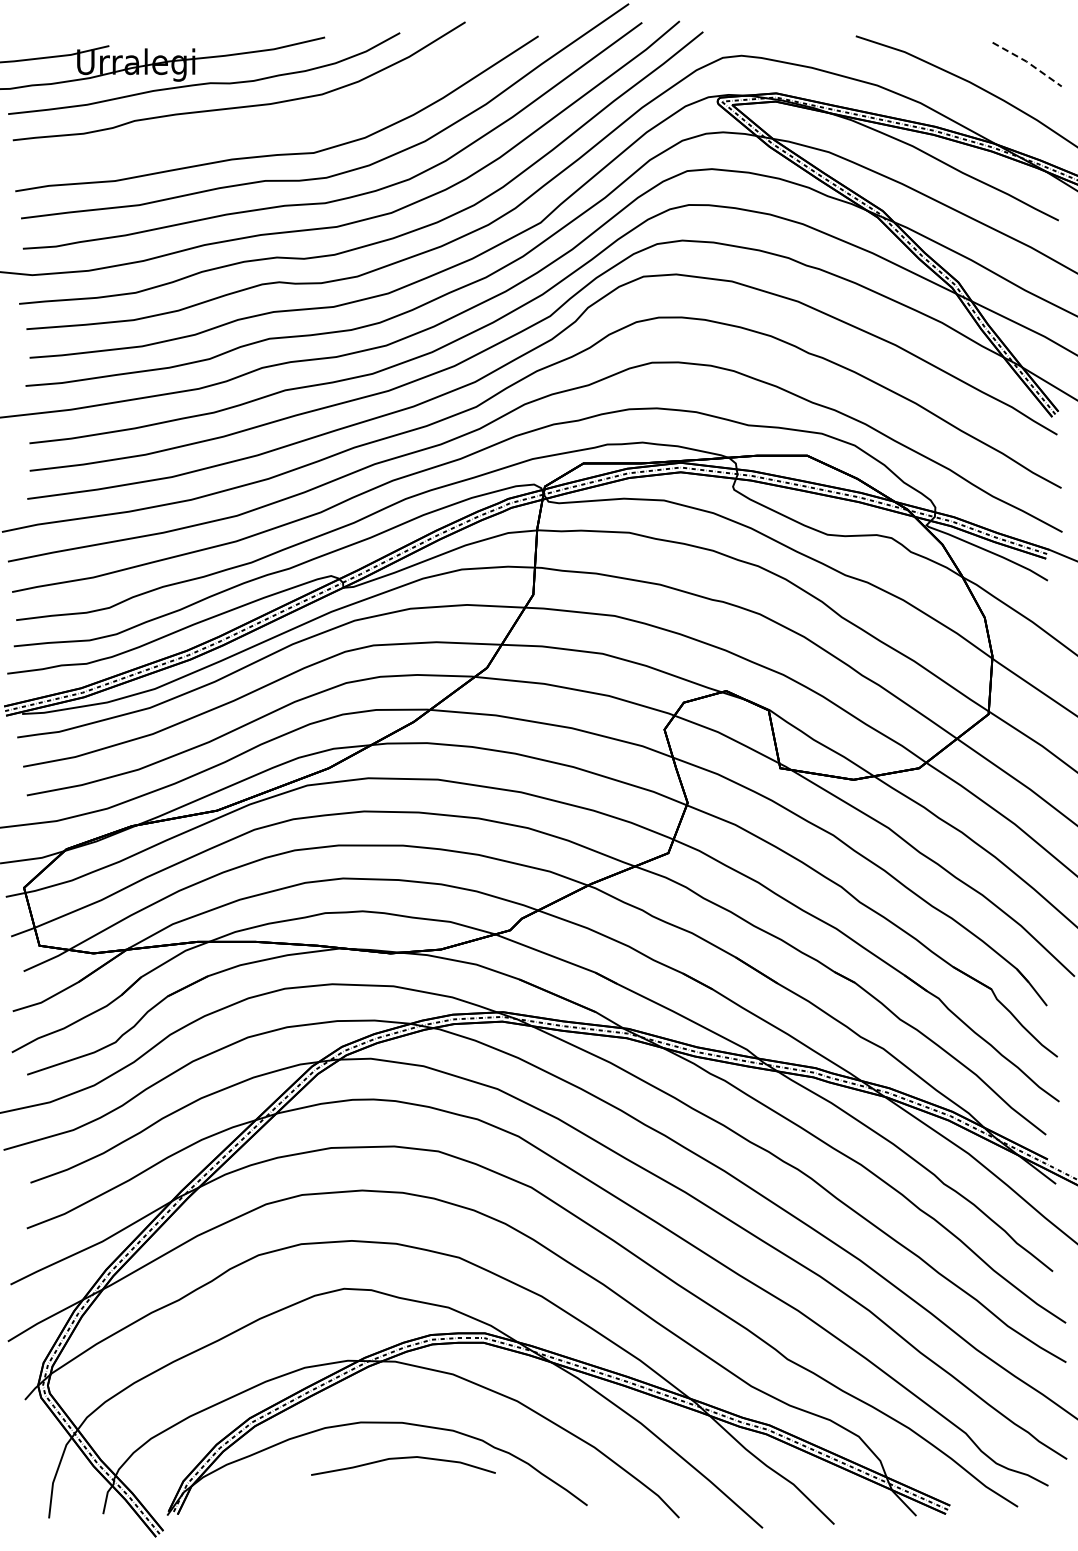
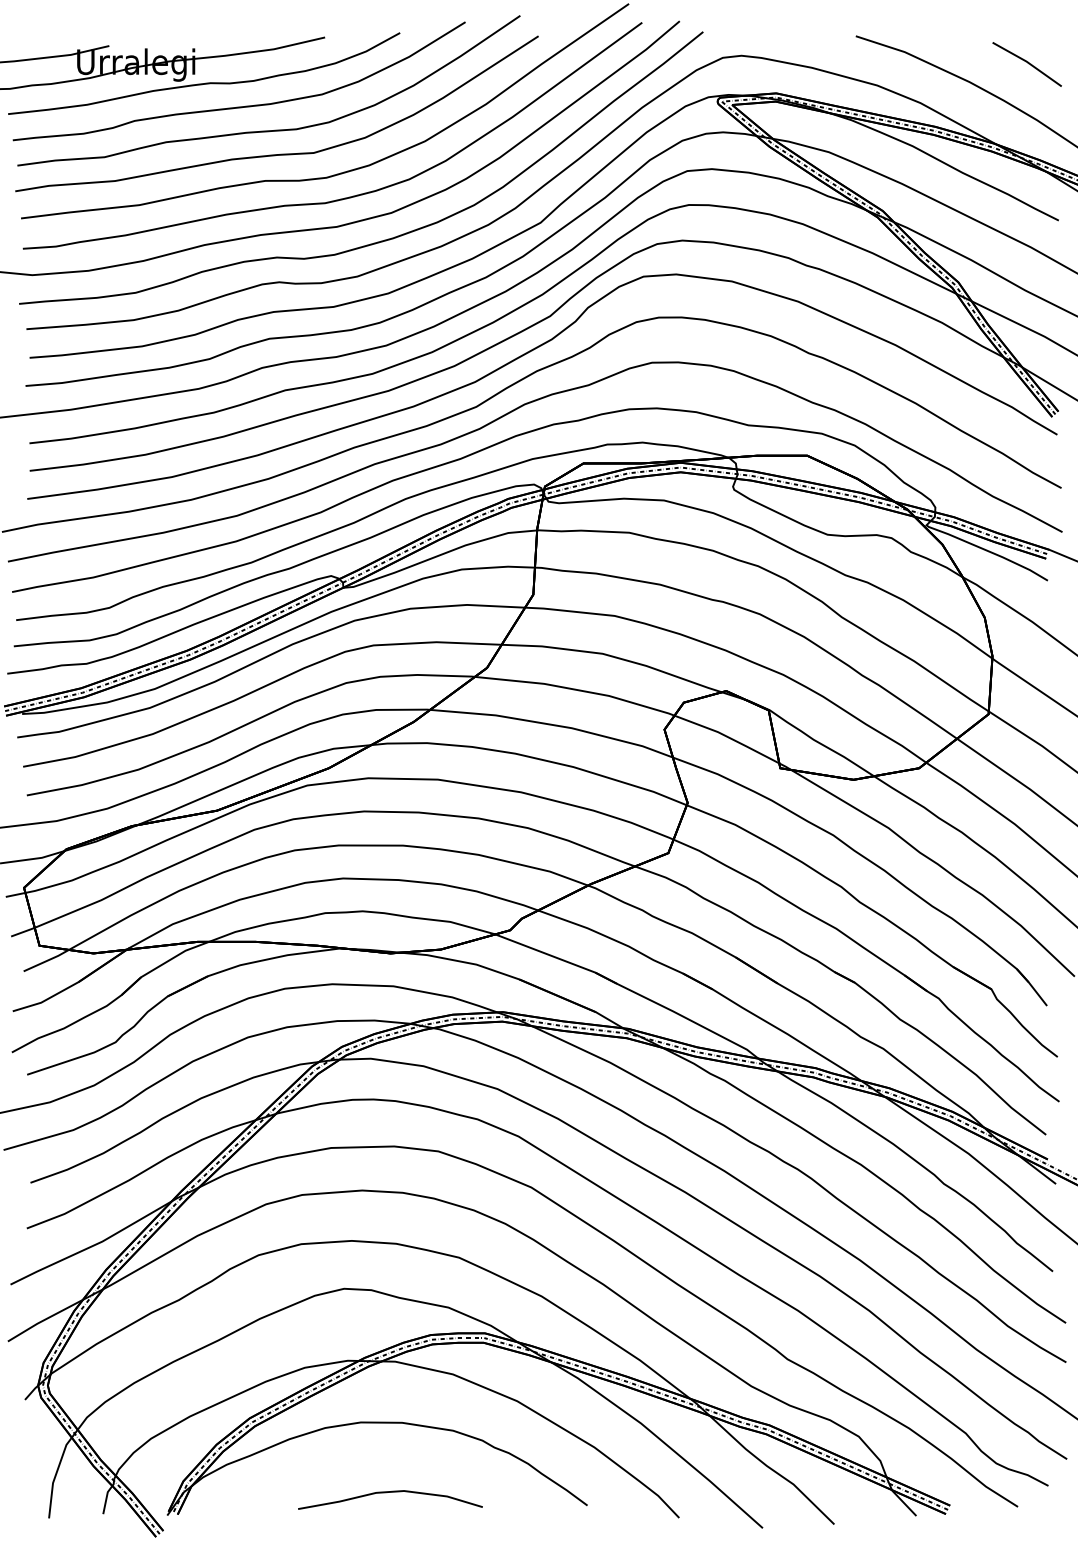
line at (1028, 62): dashed -> solid
curve at (274, 129): none -> present
curve at (403, 1458) position: (403, 1458) -> (390, 1492)
